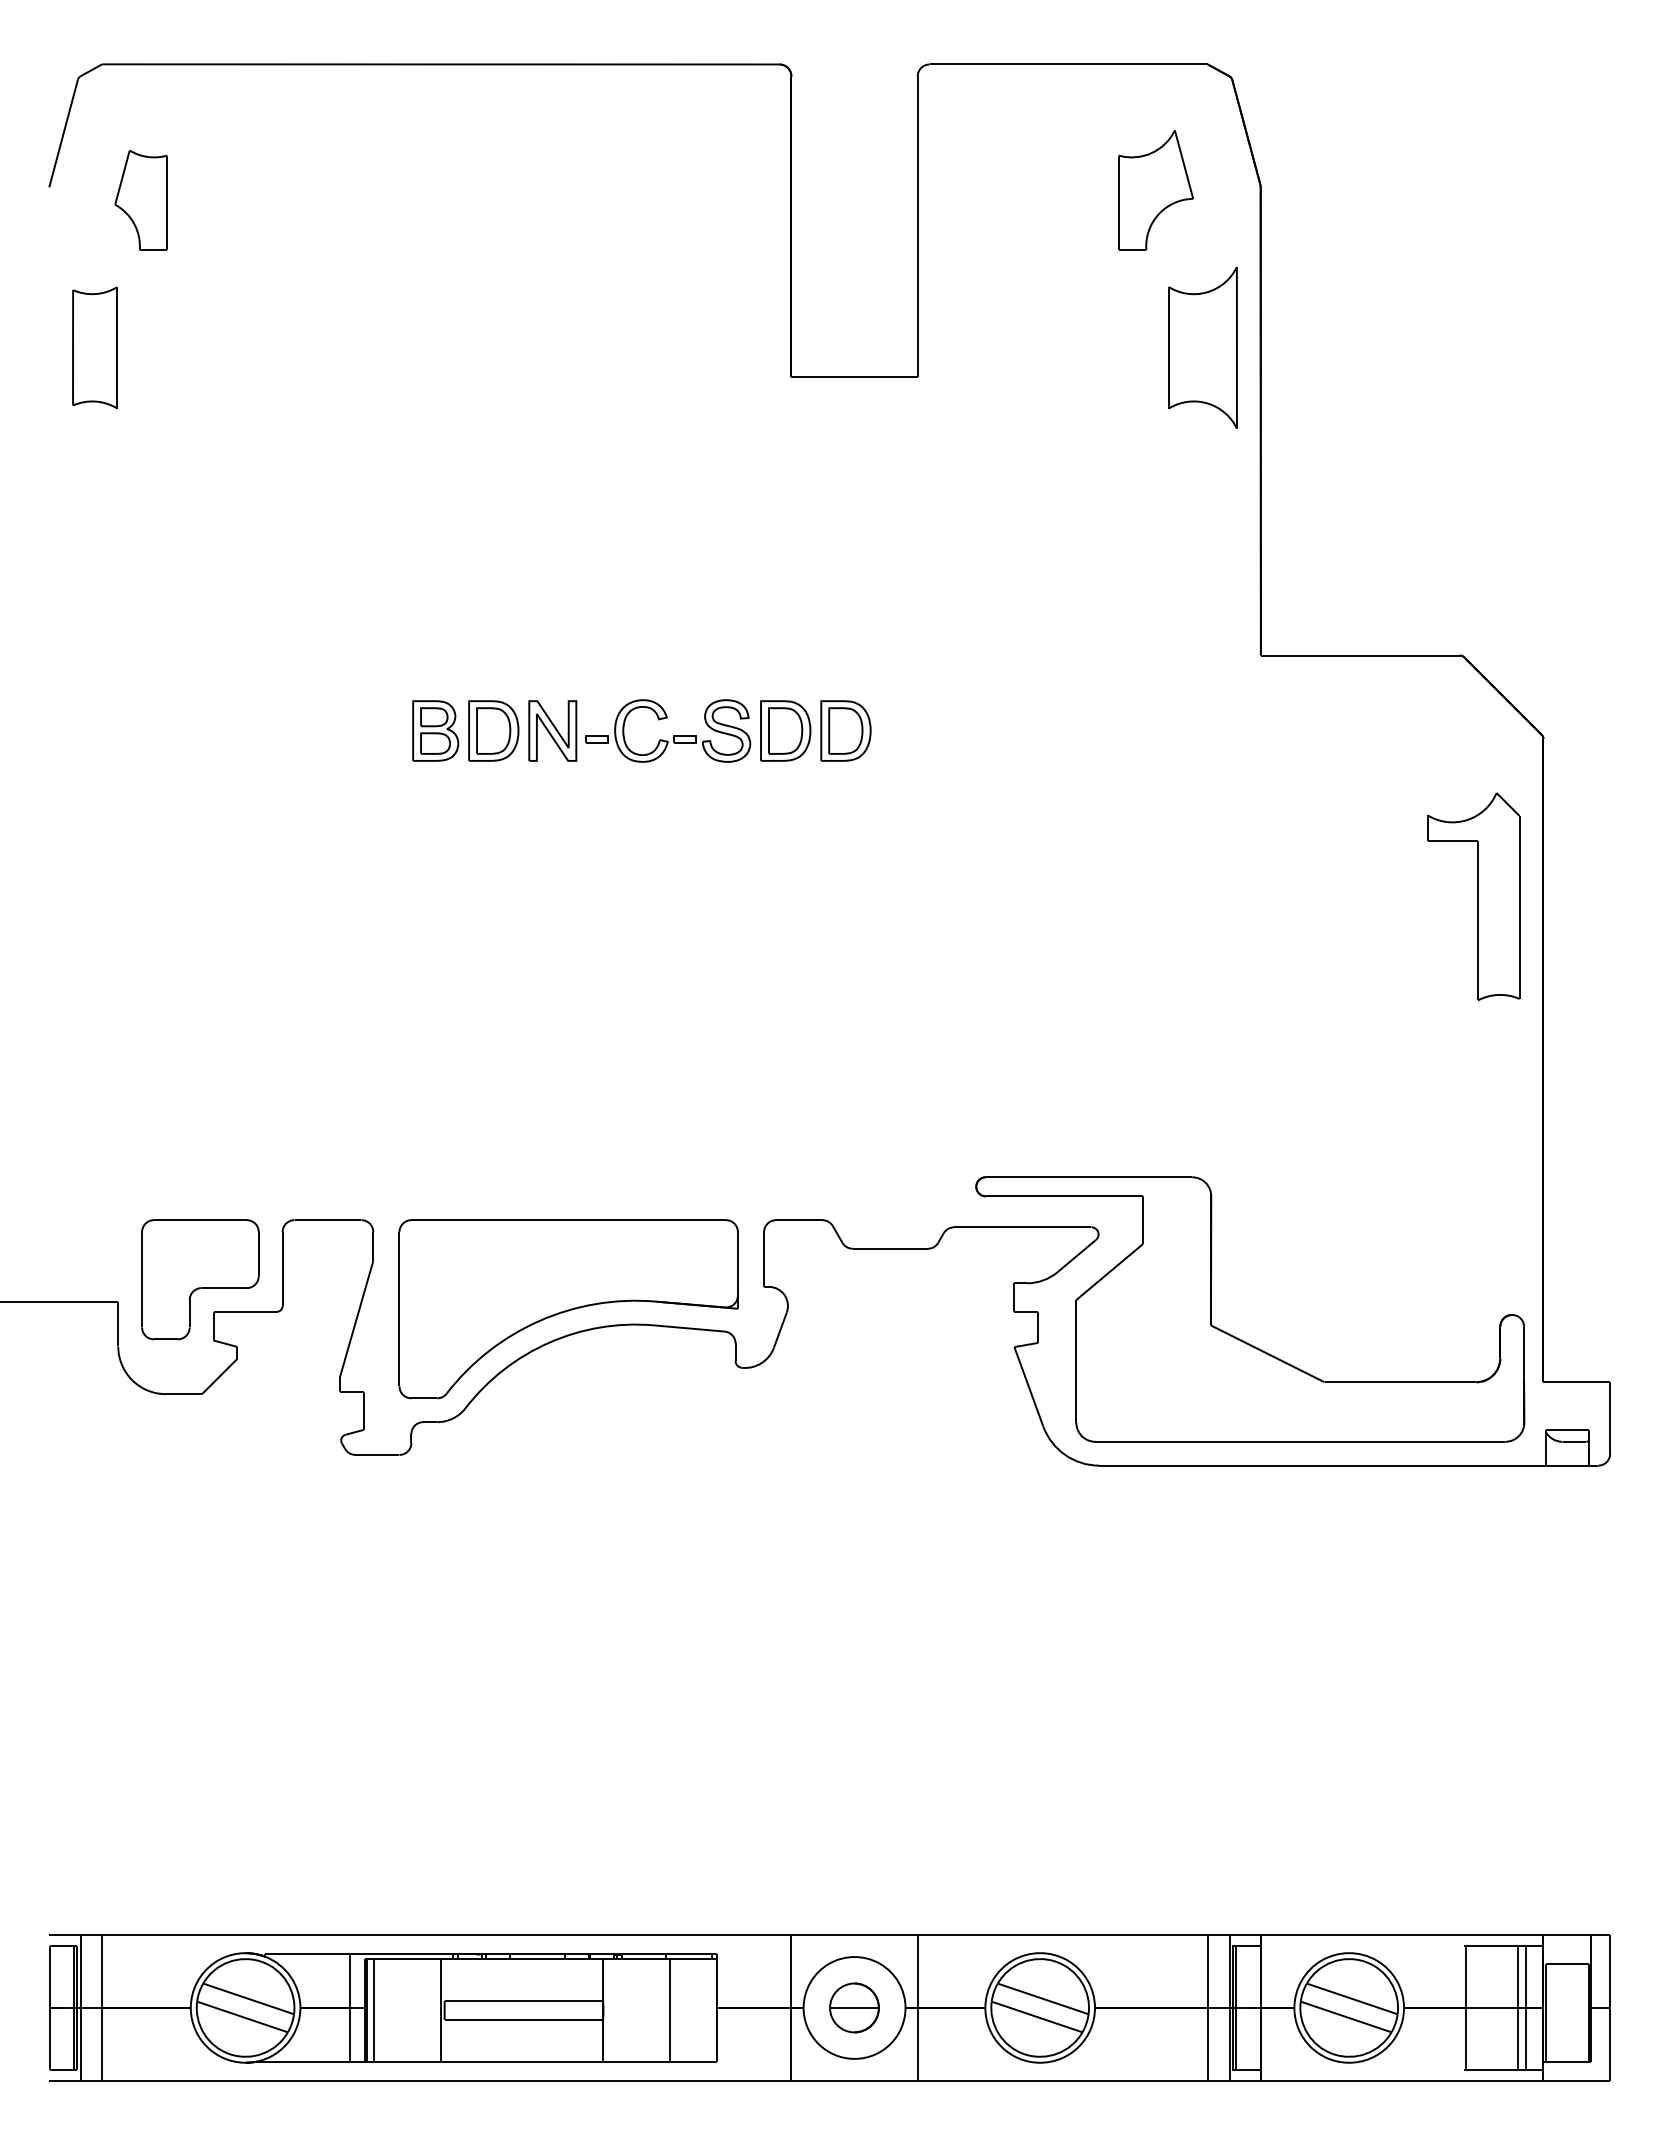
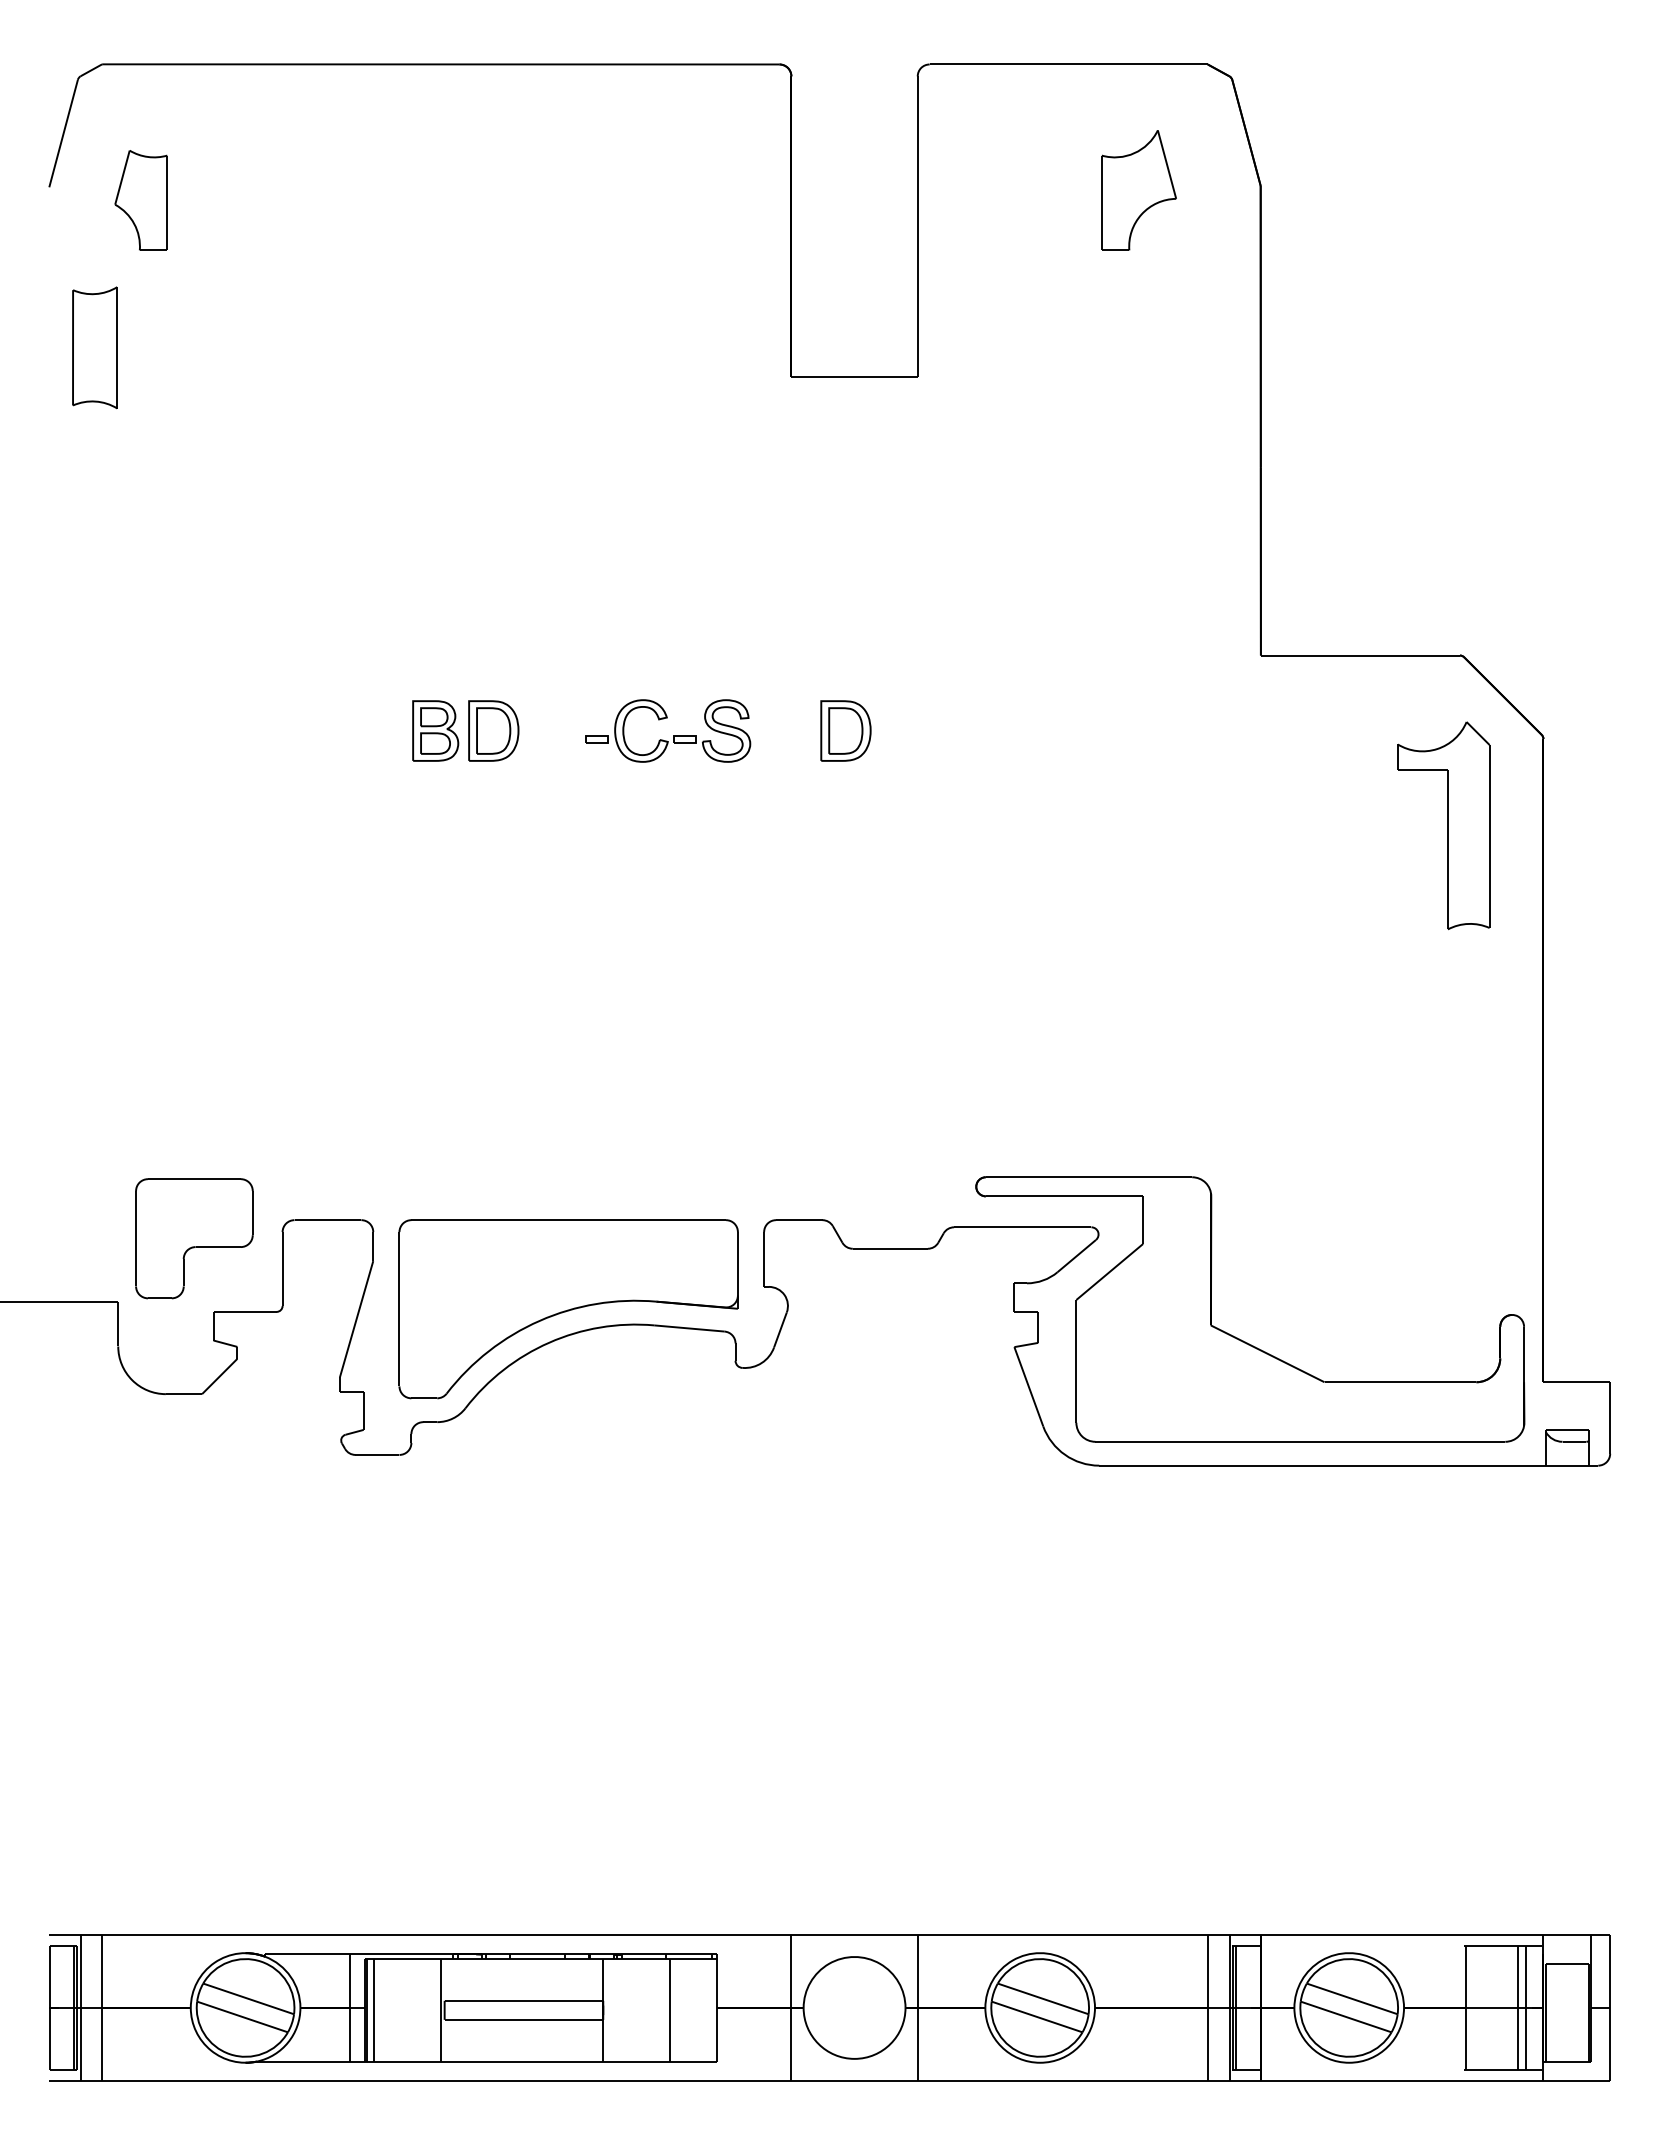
part at (1155, 190) position: (1155, 190) -> (1138, 190)
part at (1202, 347): present -> none
part at (552, 730): present -> none
part at (785, 730): present -> none
part at (1473, 896) position: (1473, 896) -> (1443, 825)
part at (200, 1279) position: (200, 1279) -> (194, 1238)
part at (854, 2007): present -> none
